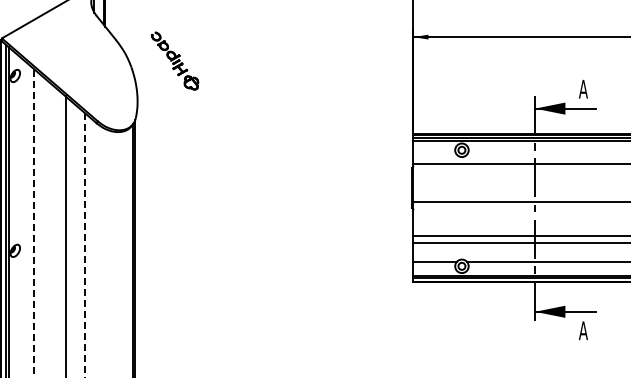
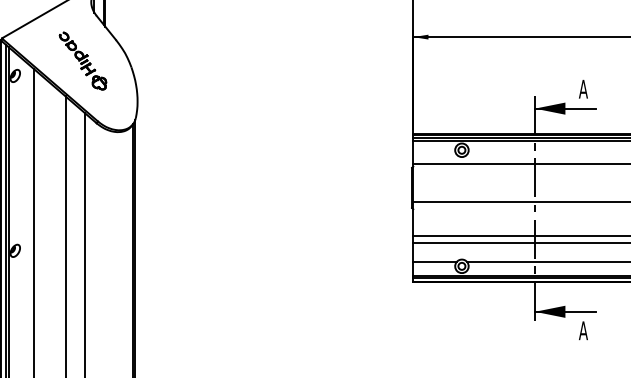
part at (174, 60) position: (174, 60) -> (82, 60)
line at (34, 223): dashed -> solid
line at (85, 245): dashed -> solid
